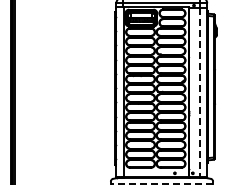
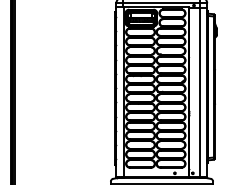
line at (200, 92): dashed -> solid
line at (161, 183): dashed -> solid
